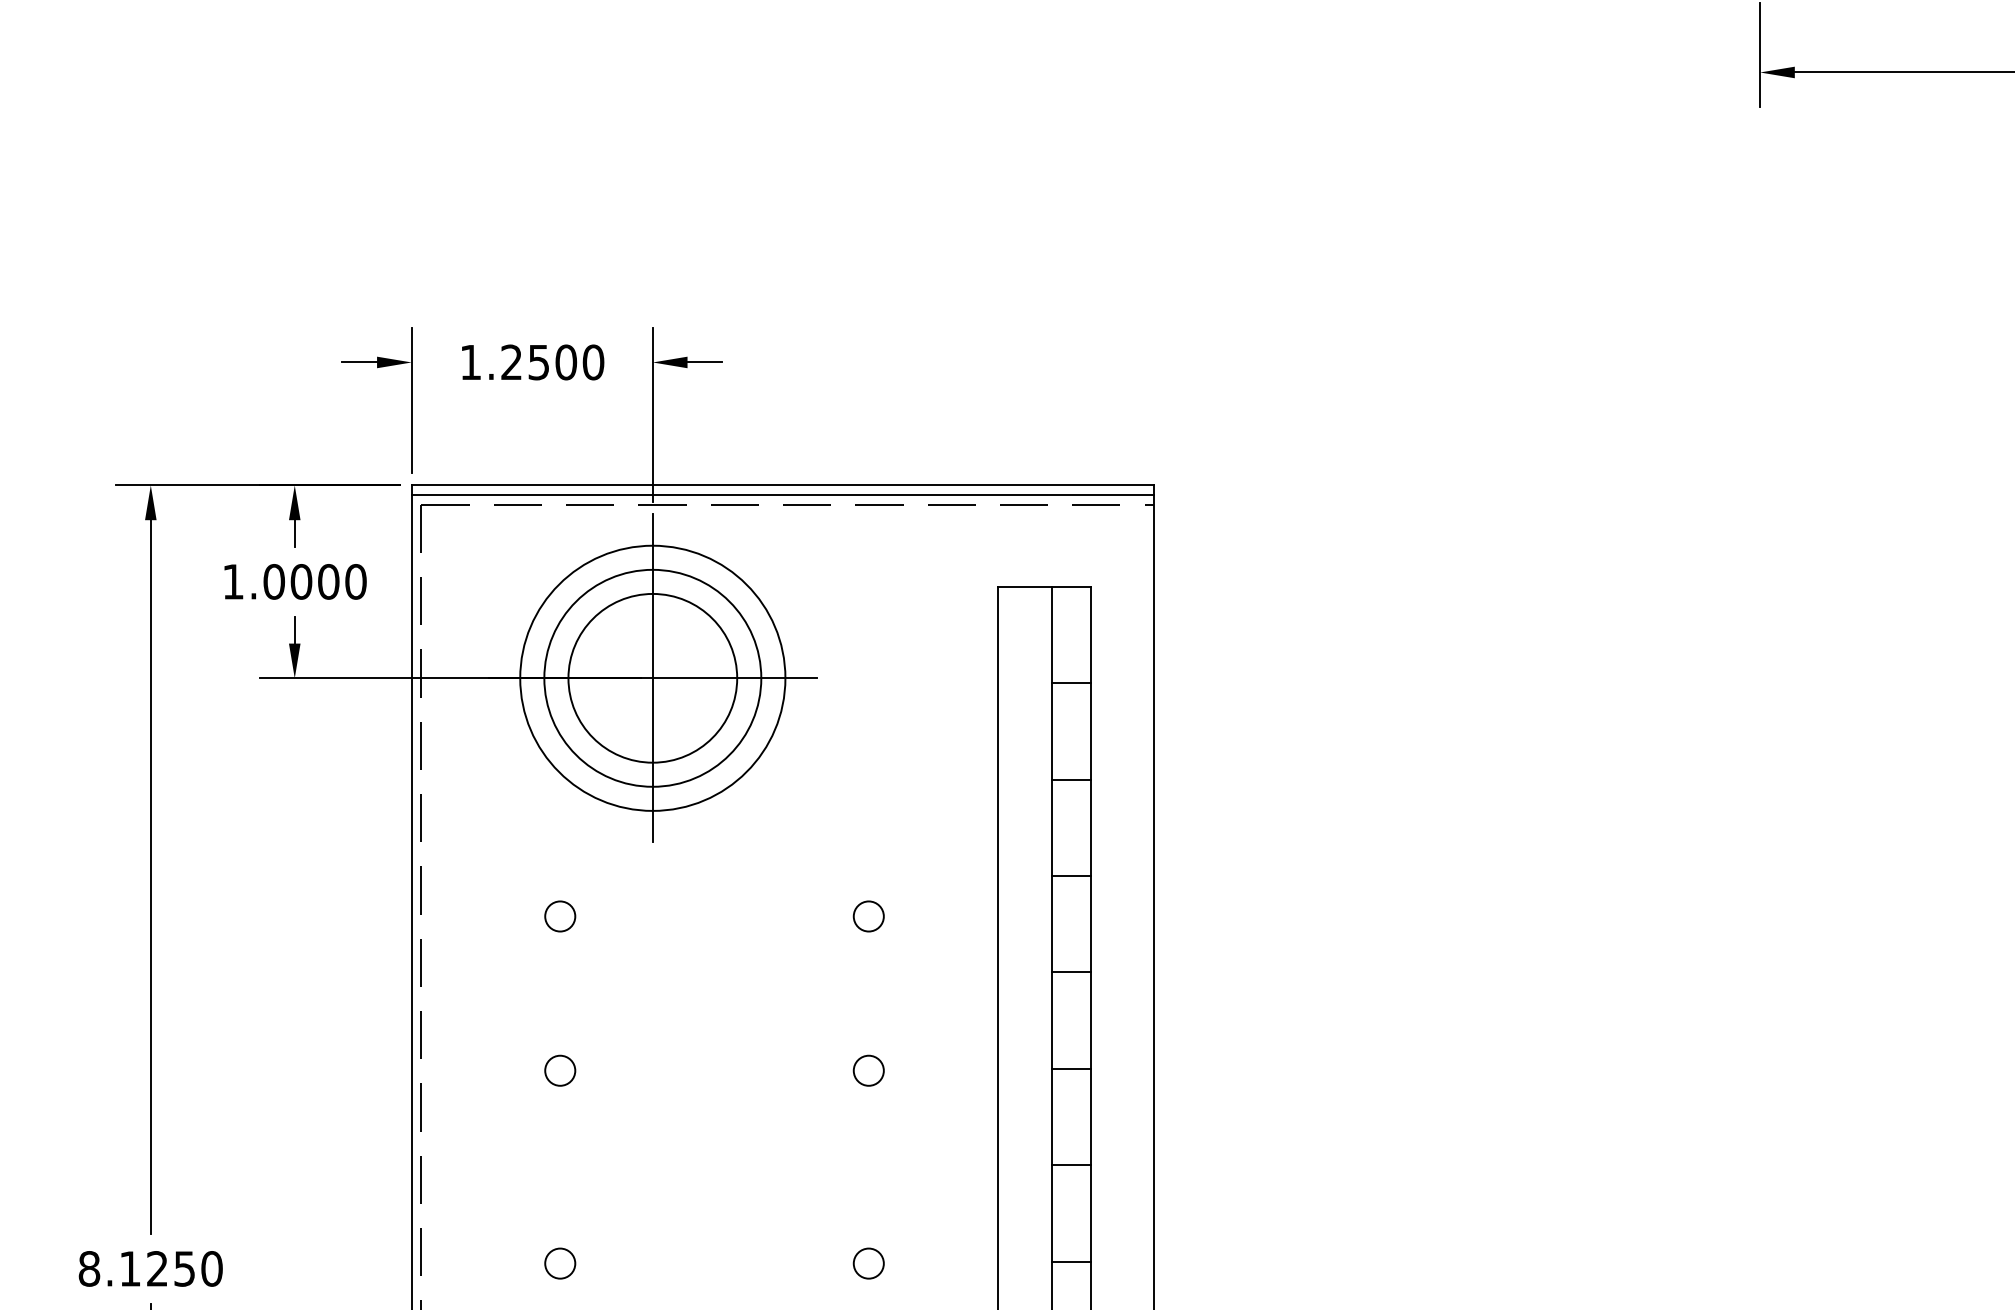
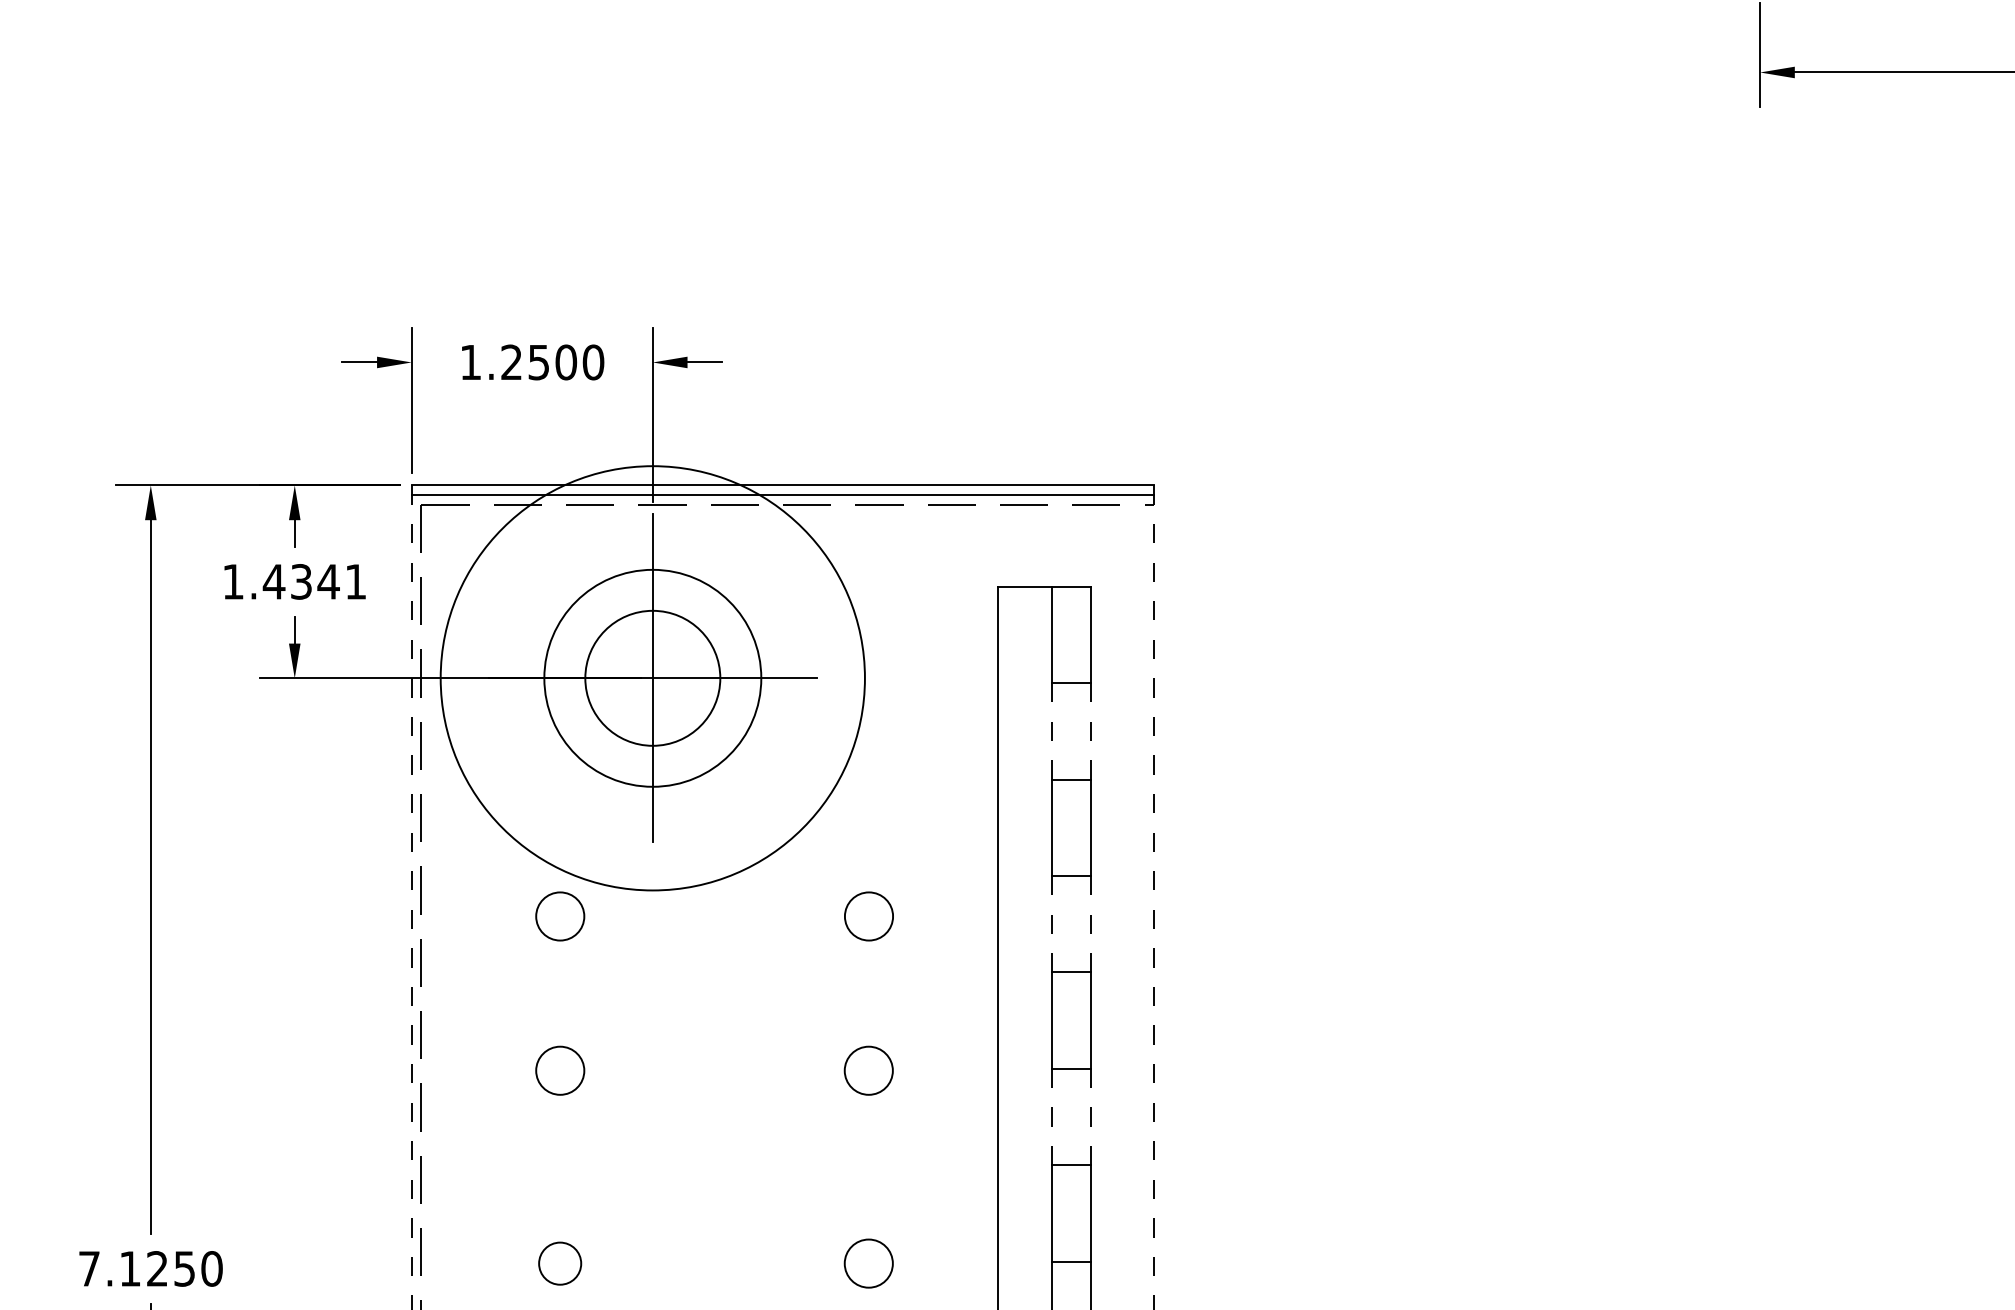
text at (314, 581): 1.0000 -> 1.4341
circle at (652, 677) diameter: 169 px -> 135 px
circle at (652, 677) diameter: 265 px -> 424 px
line at (1051, 731): solid -> dashed
line at (1090, 731): solid -> dashed
line at (411, 897): solid -> dashed
line at (1154, 897): solid -> dashed
circle at (560, 916) diameter: 30 px -> 48 px
circle at (868, 916) size: 33x33 px -> 50x51 px
line at (1051, 924): solid -> dashed
line at (1090, 924): solid -> dashed
circle at (560, 1070) diameter: 30 px -> 48 px
circle at (868, 1070) diameter: 30 px -> 48 px
line at (1051, 1117): solid -> dashed
line at (1090, 1117): solid -> dashed
circle at (560, 1263) size: 33x33 px -> 45x45 px
circle at (868, 1263) diameter: 30 px -> 48 px
text at (89, 1268): 8.1250 -> 7.1250
